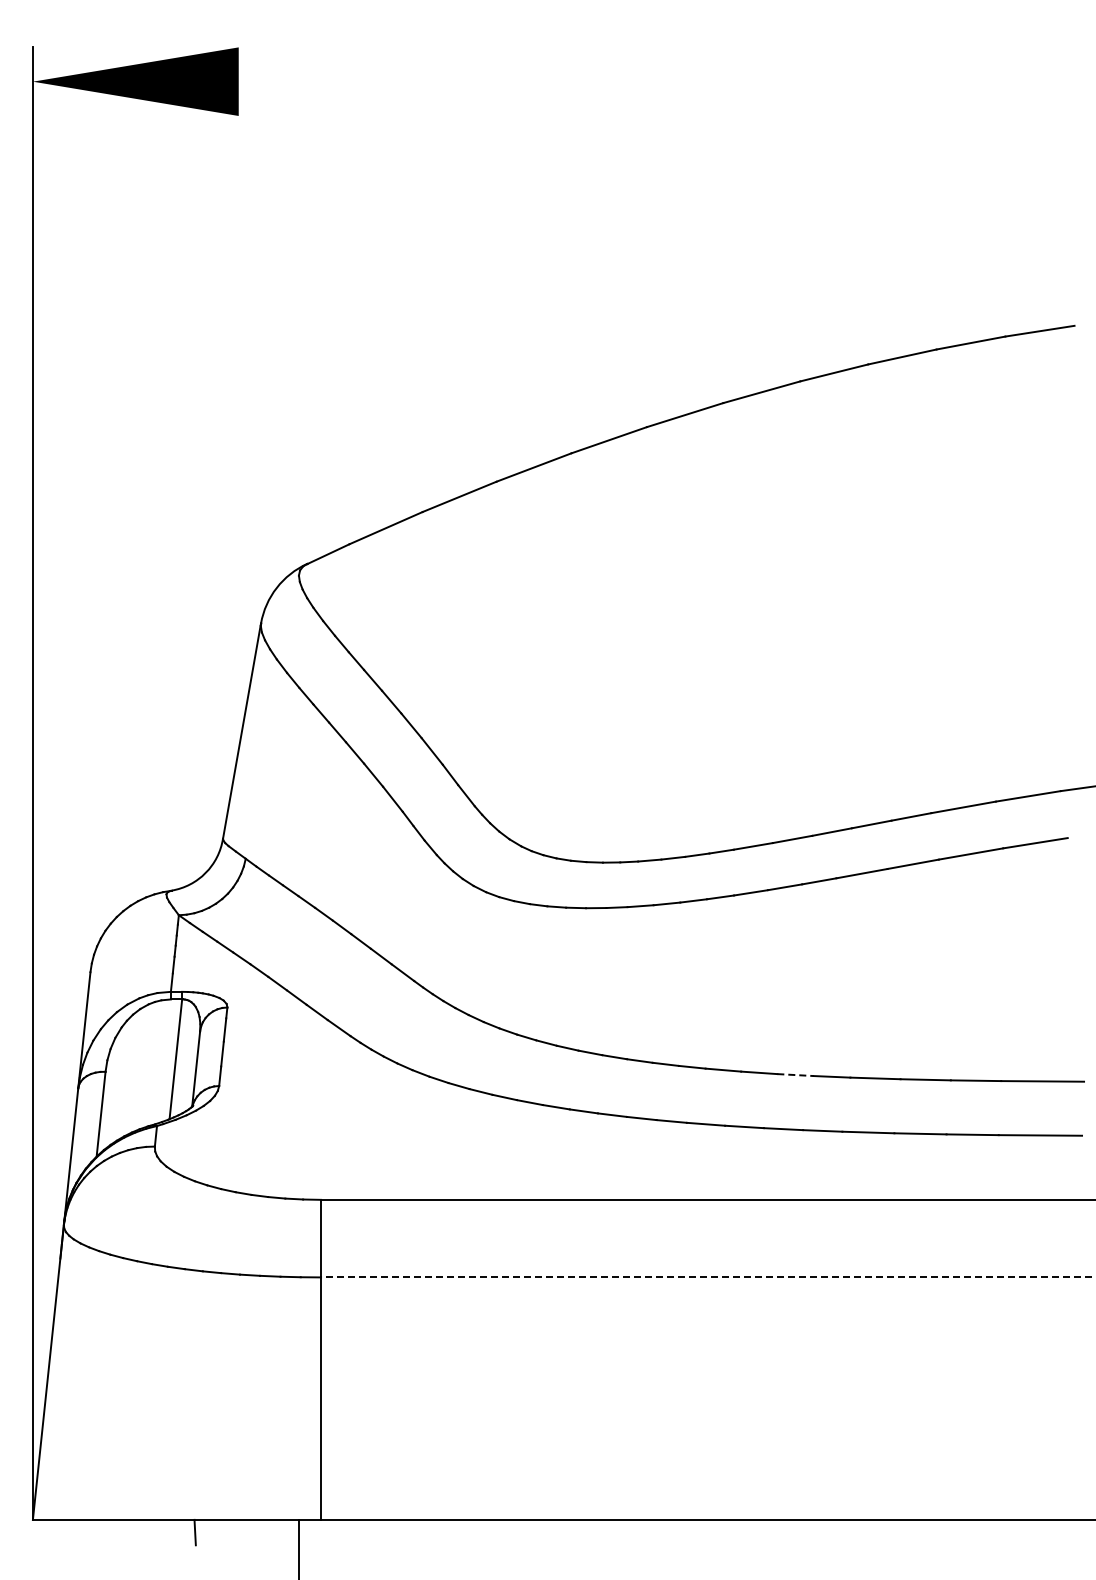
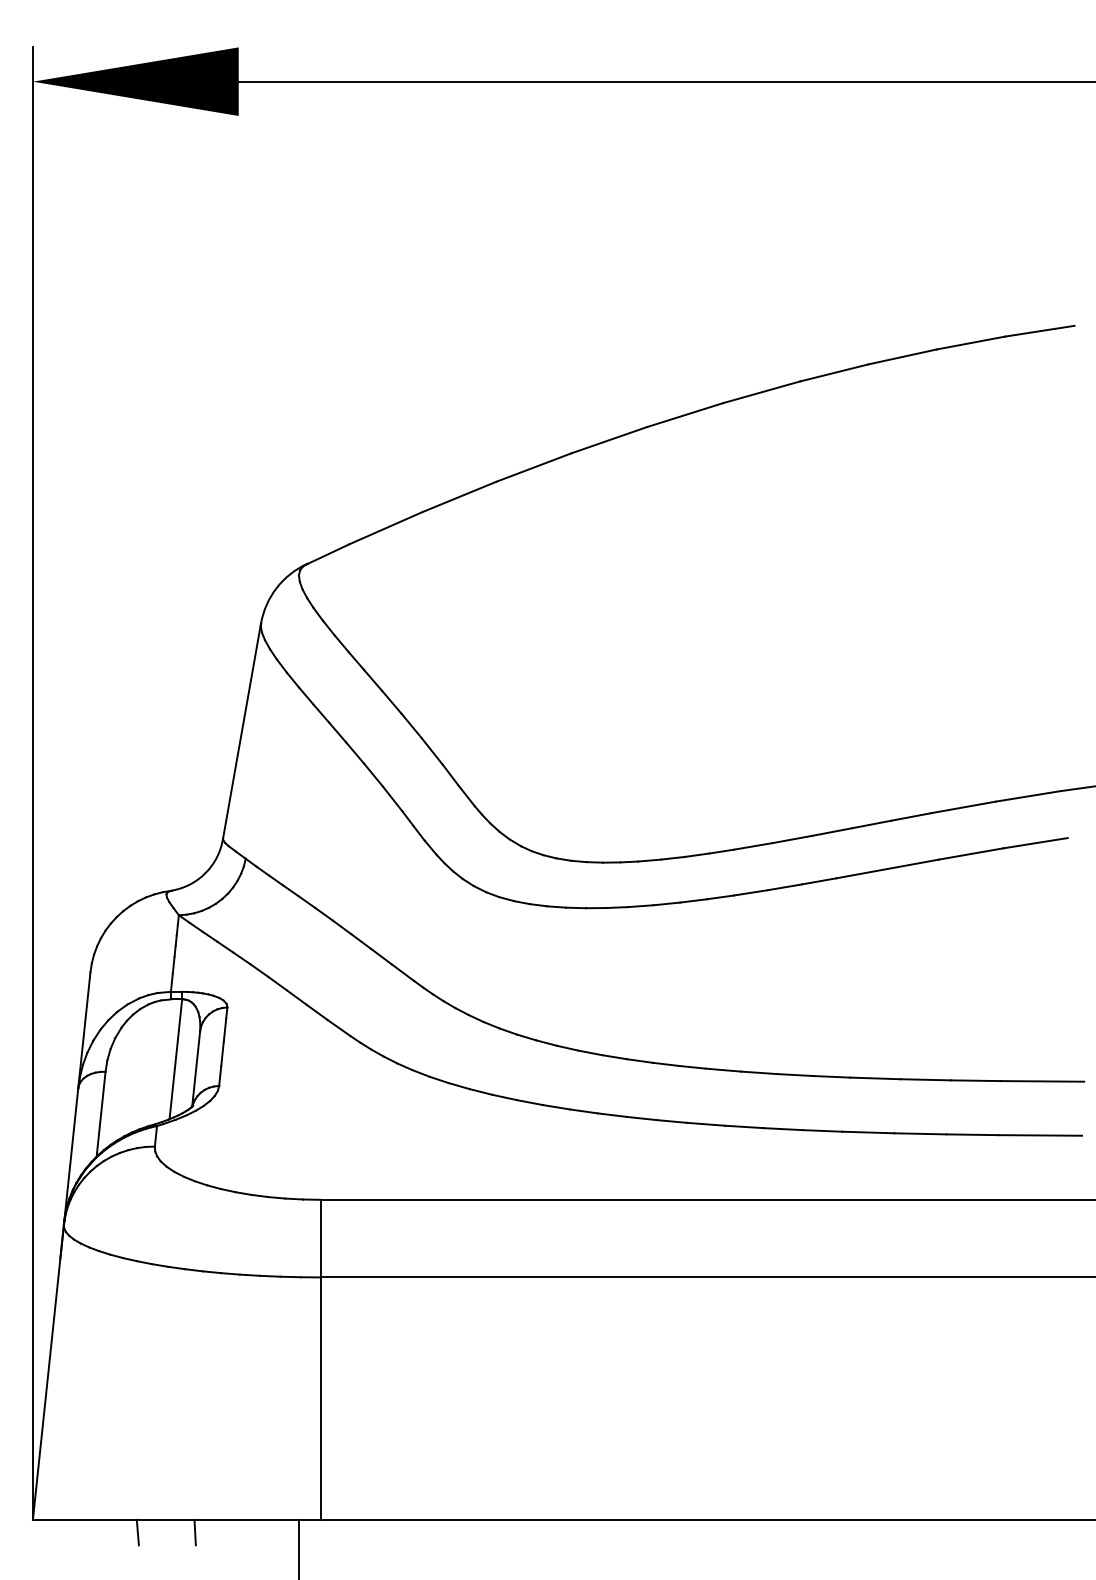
line at (665, 81): none -> present
line at (796, 1075): dashed -> solid
line at (707, 1277): dashed -> solid
line at (137, 1532): none -> present
